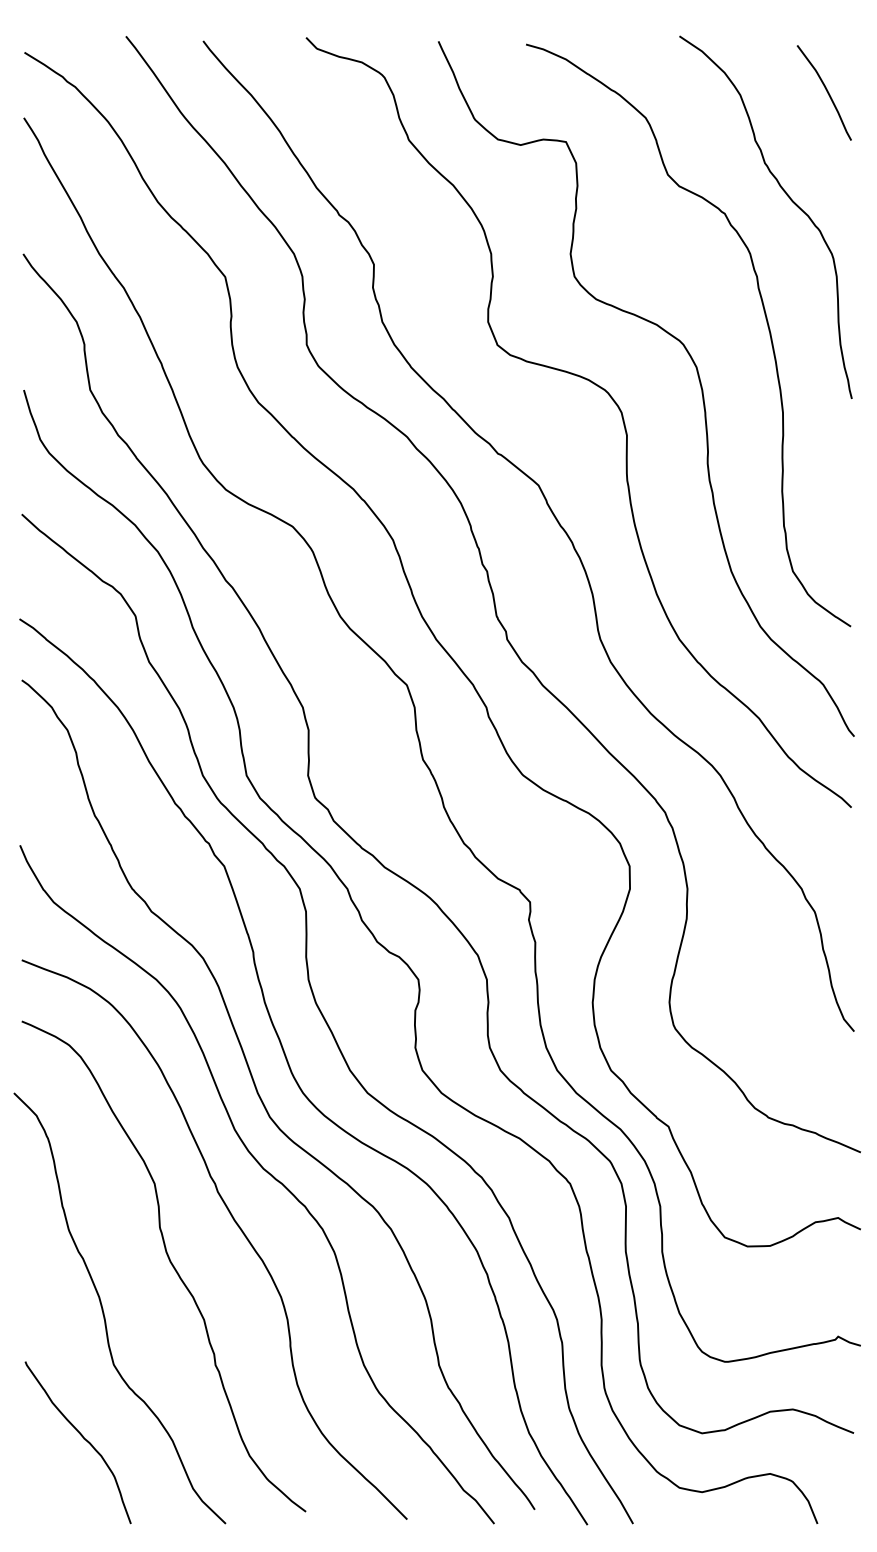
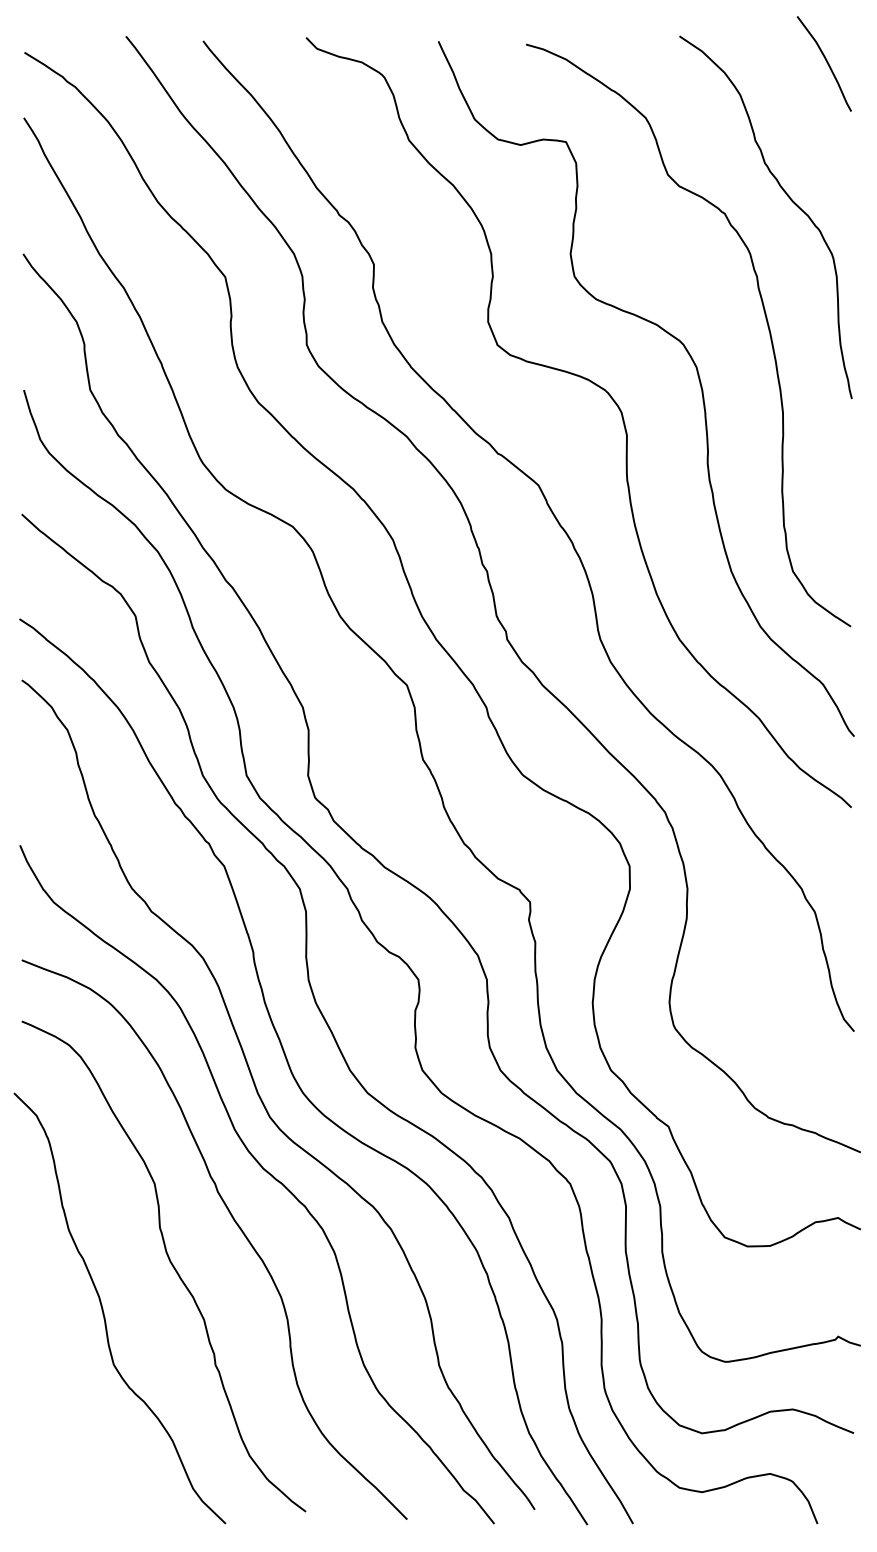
curve at (826, 91) position: (826, 91) -> (826, 62)
curve at (83, 1439): present -> none
